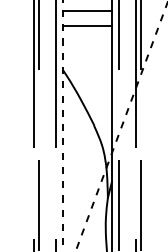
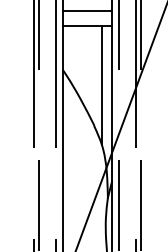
line at (101, 85): none -> present
line at (63, 125): dashed -> solid
line at (121, 126): dashed -> solid
